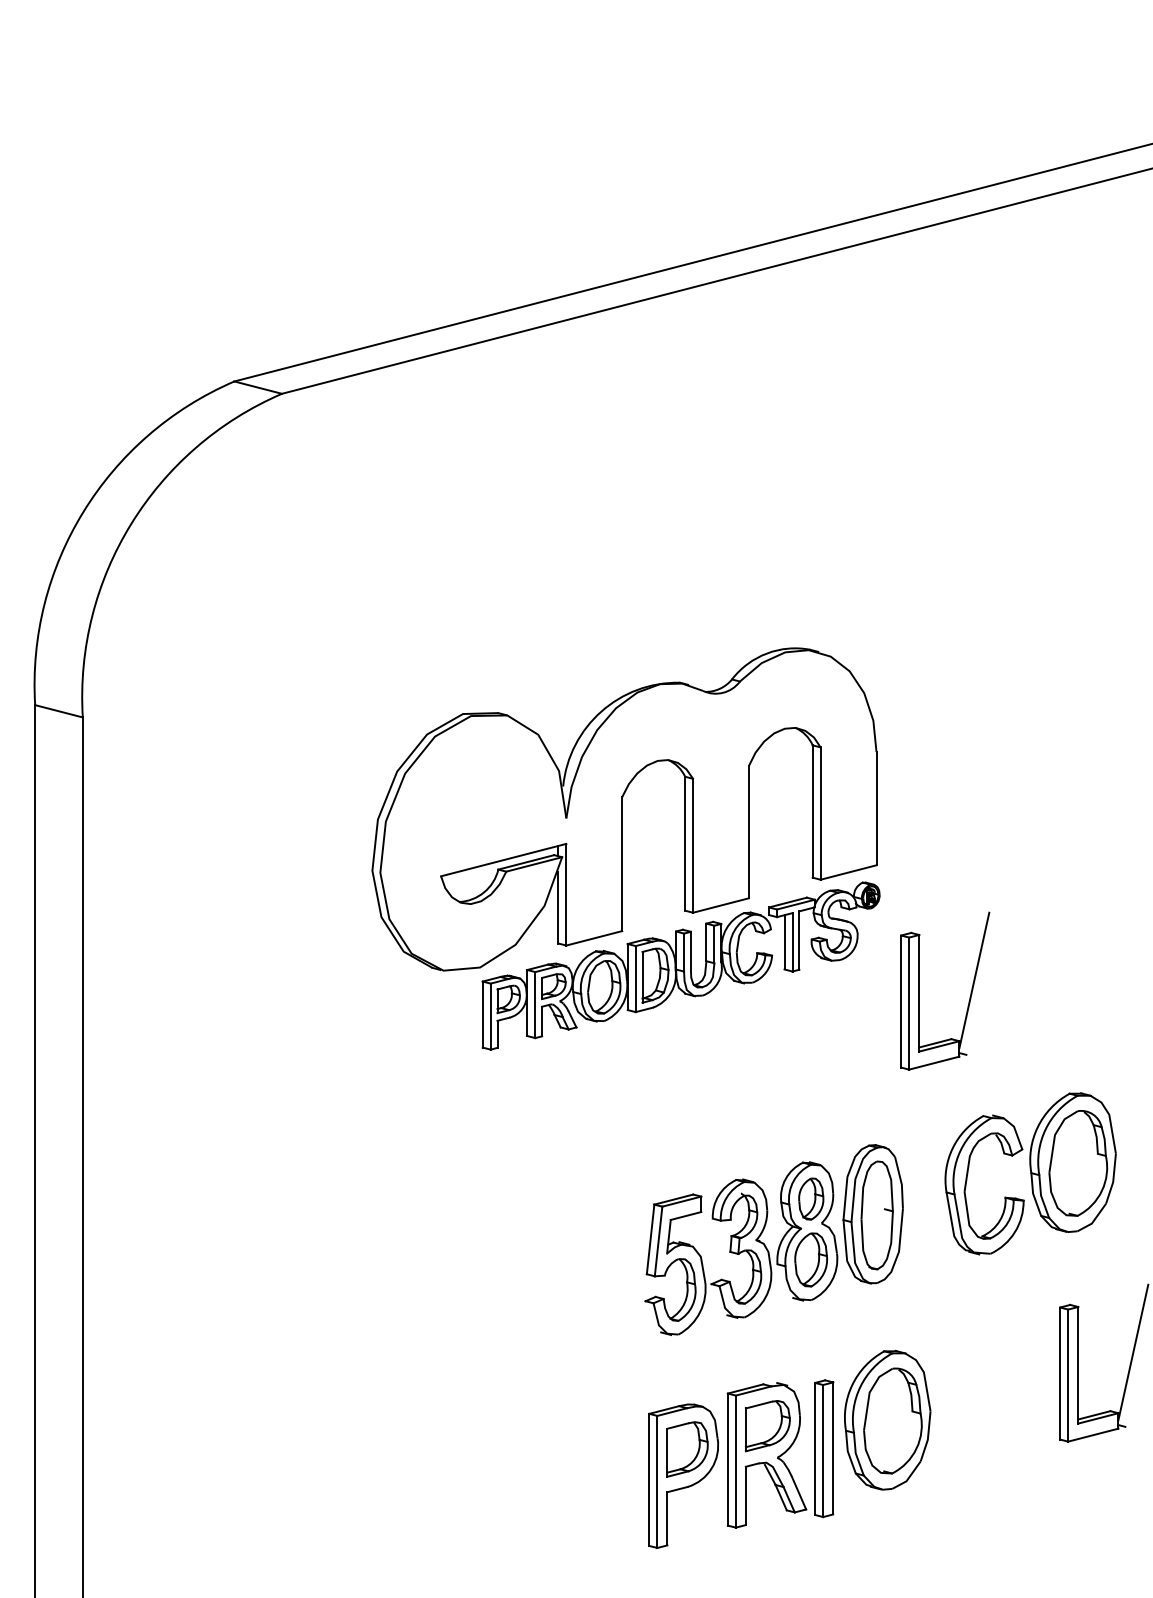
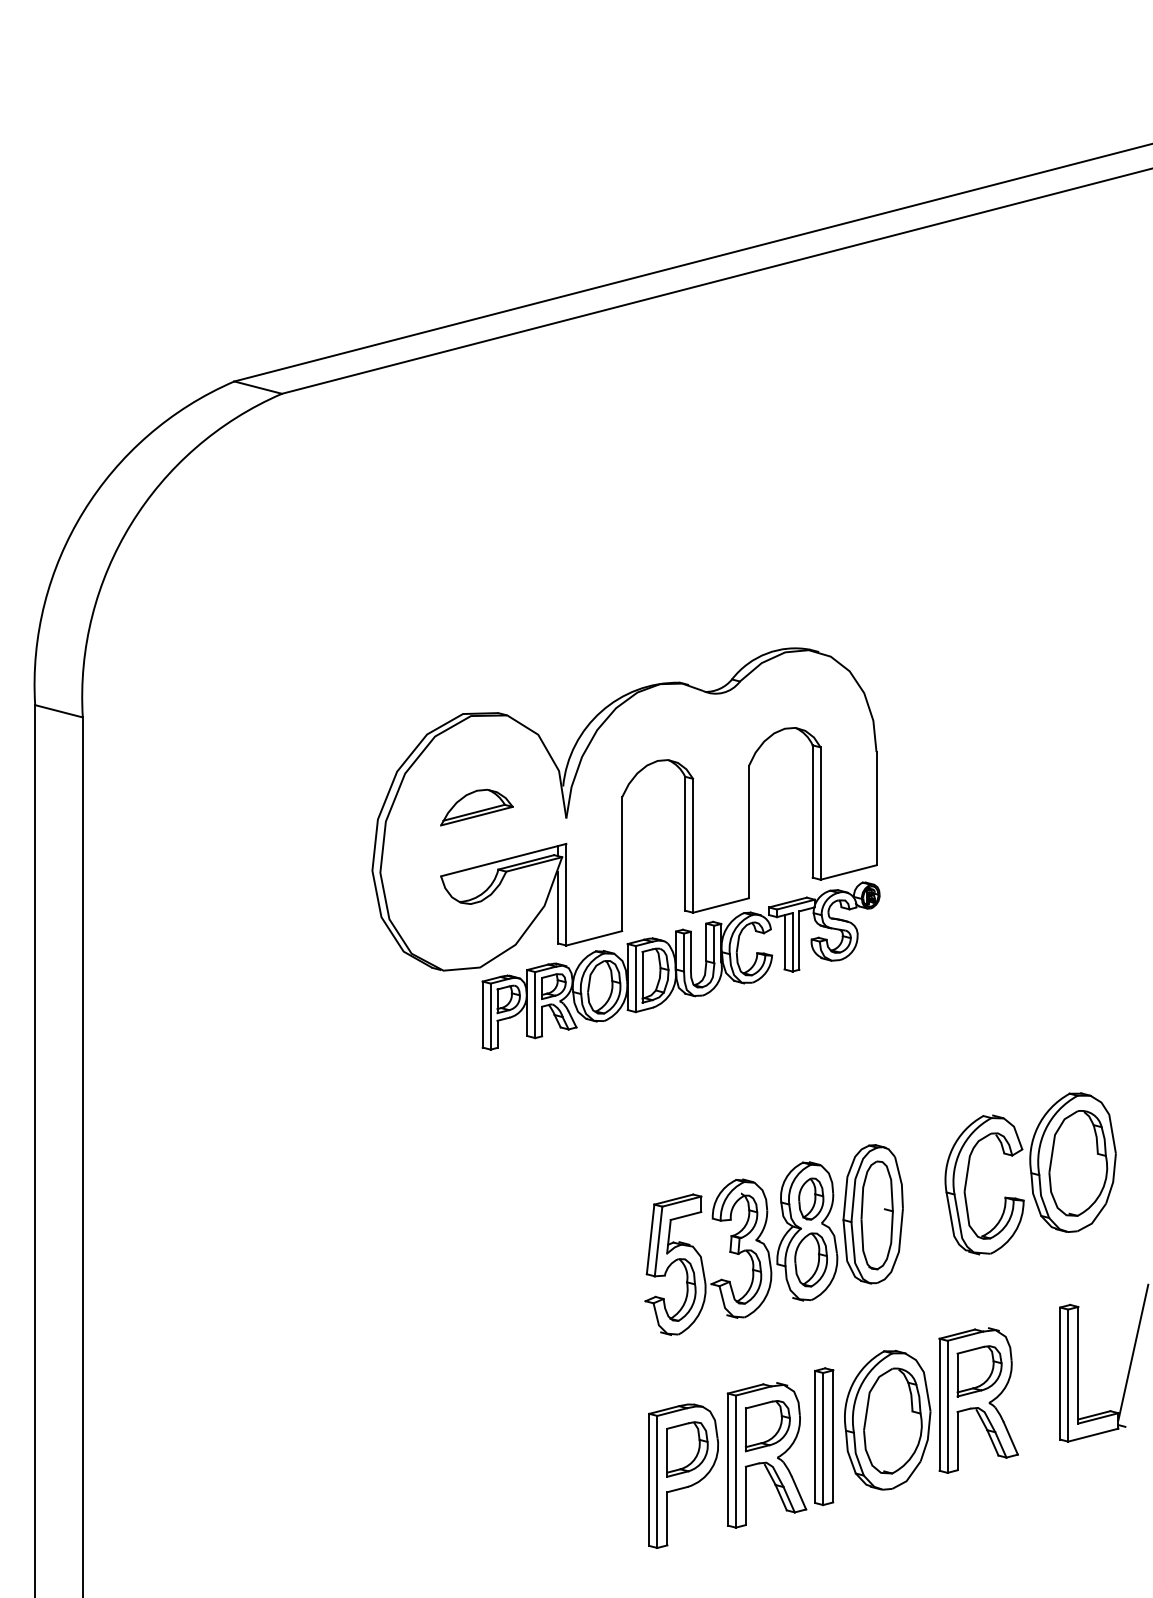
part at (476, 807): none -> present
part at (969, 996): present -> none
part at (978, 1400): none -> present
part at (824, 1448) position: (824, 1448) -> (824, 1436)
